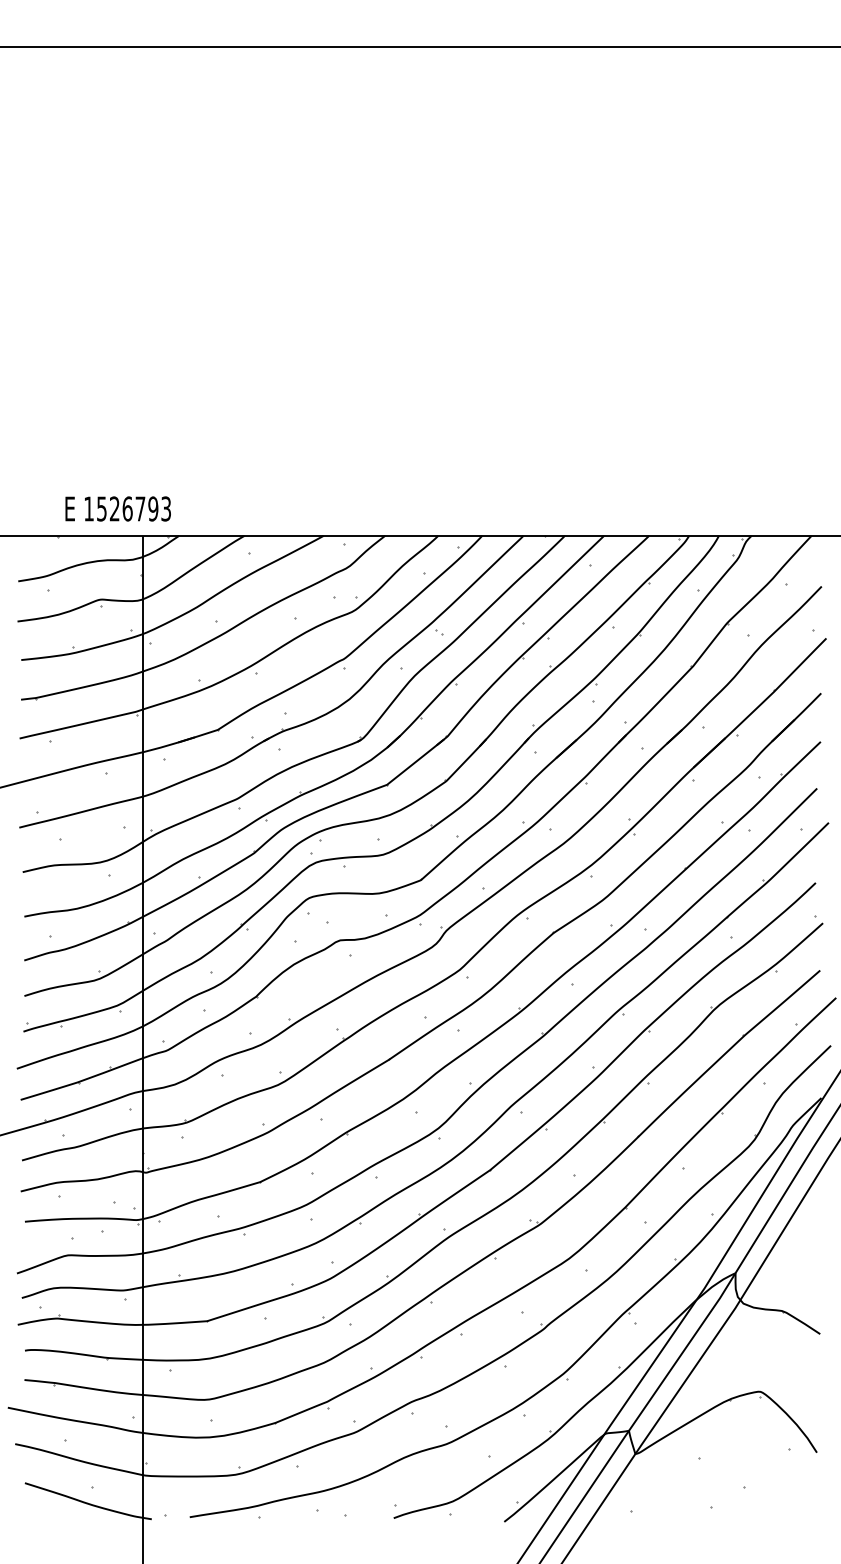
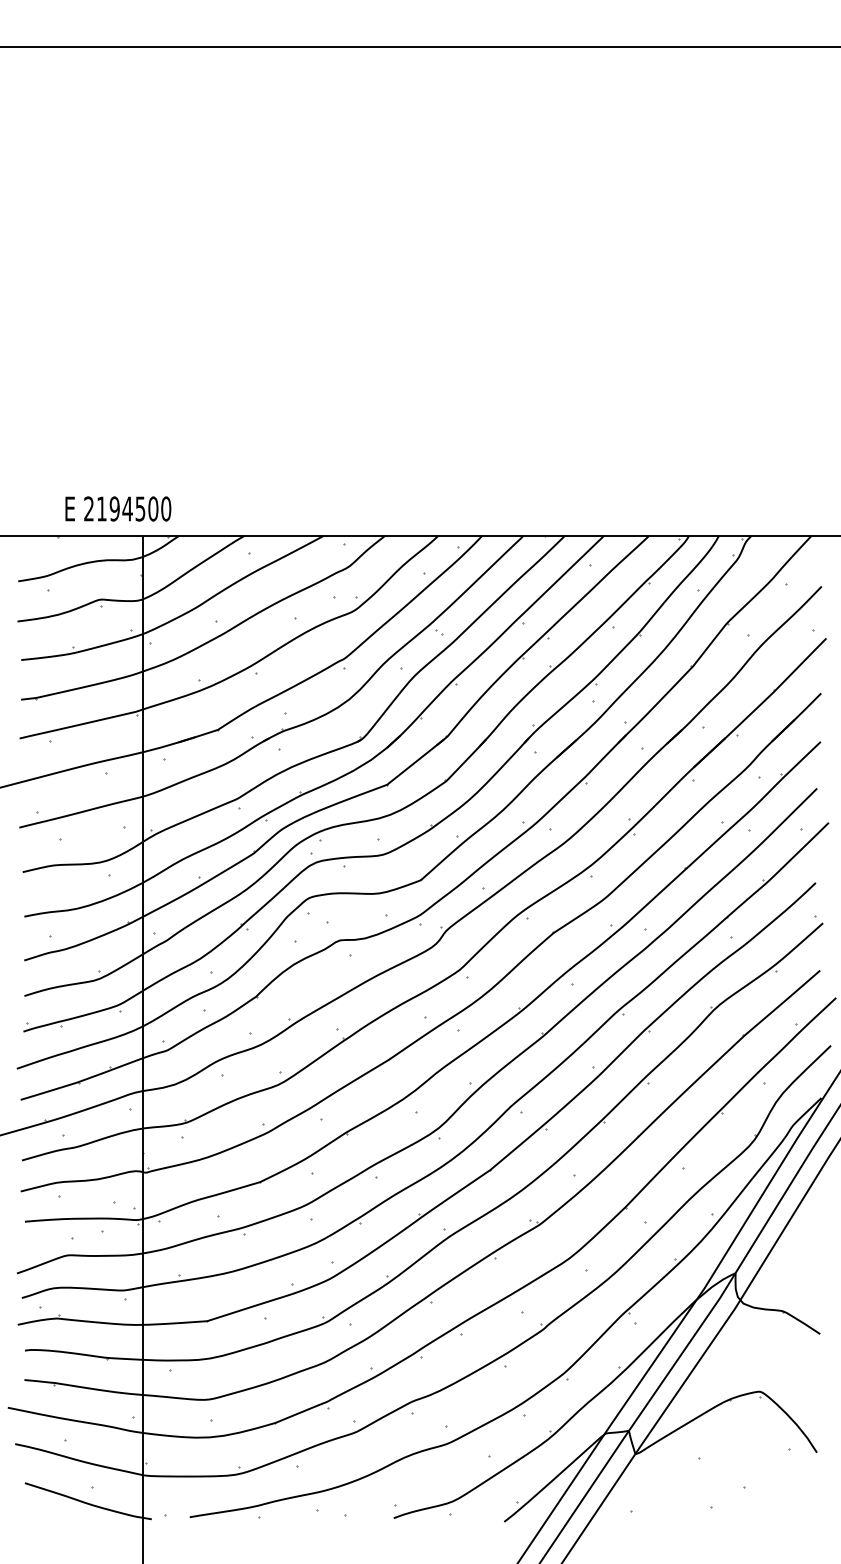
text at (127, 508): 1526793 -> 2194500
